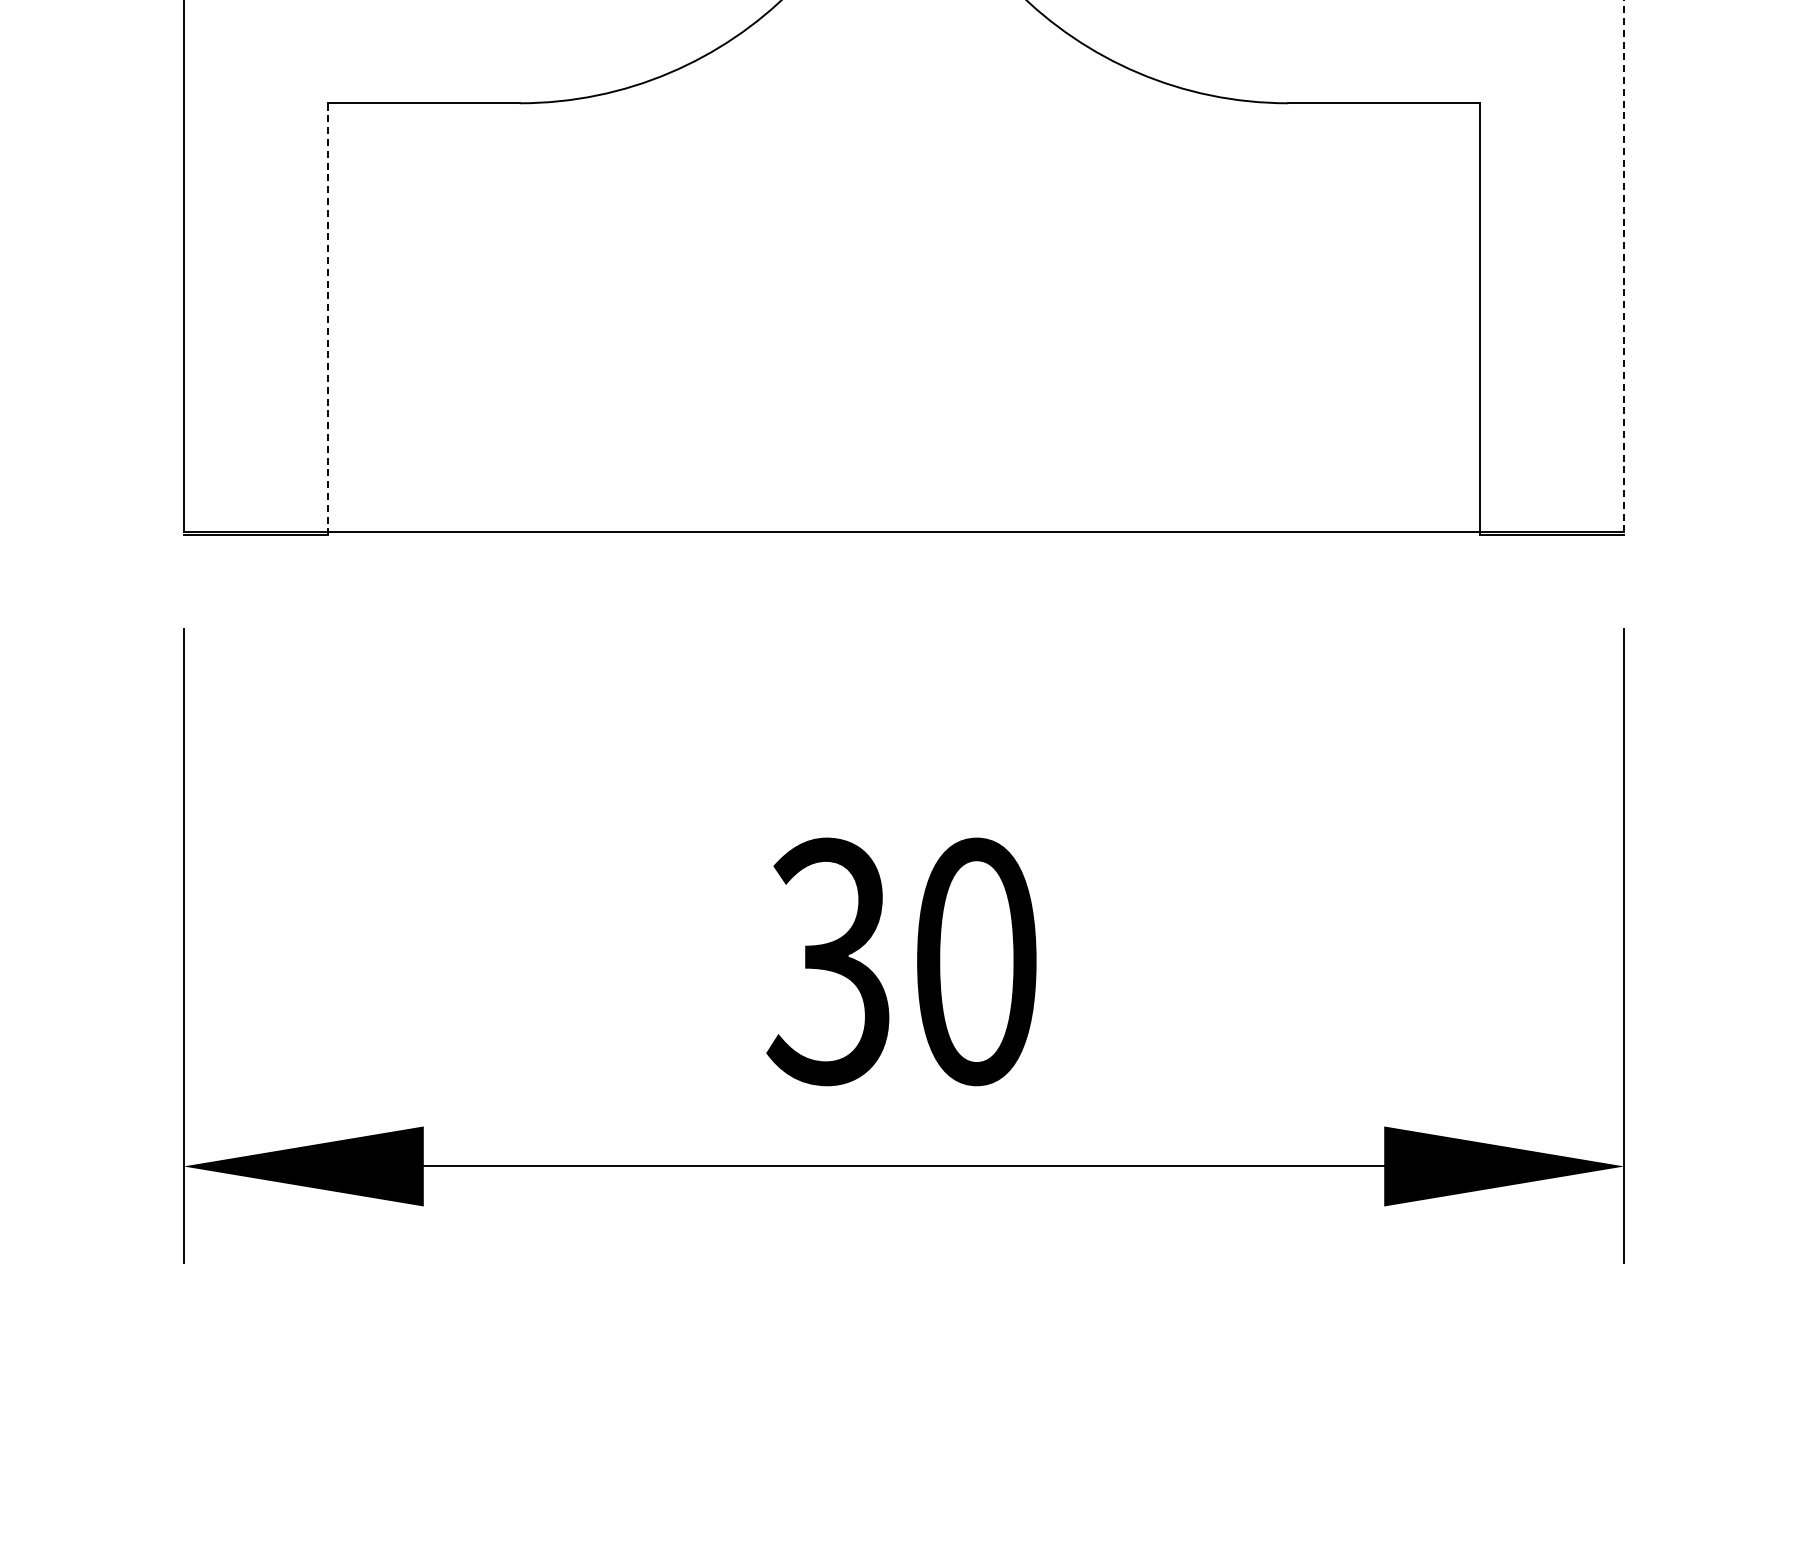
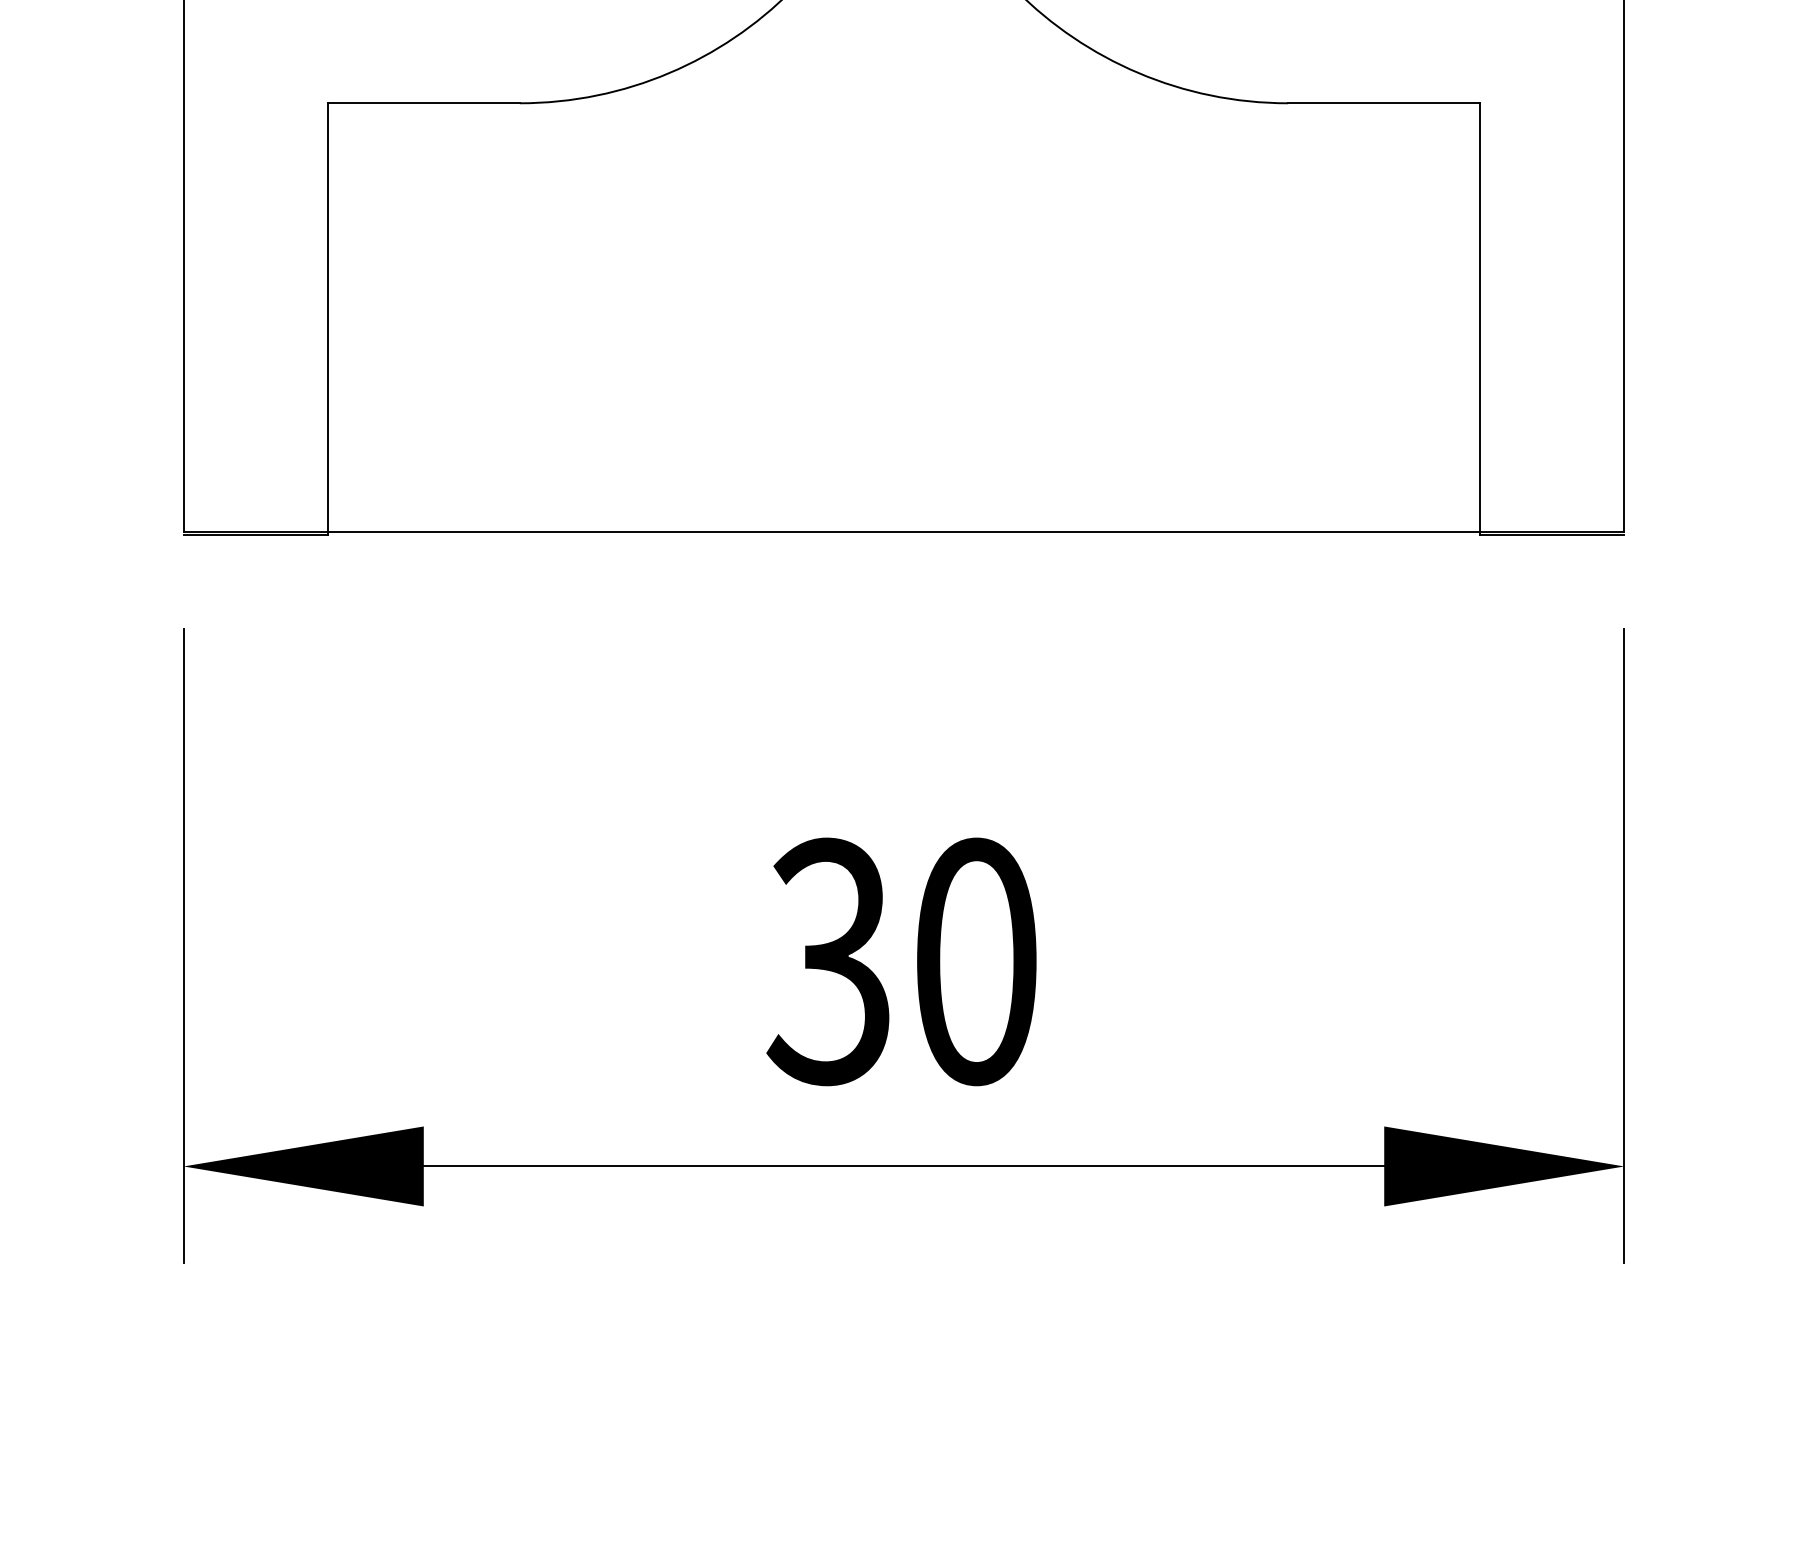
line at (1624, 266): dashed -> solid
line at (327, 318): dashed -> solid
